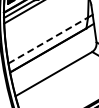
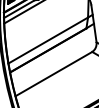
line at (48, 40): dashed -> solid
